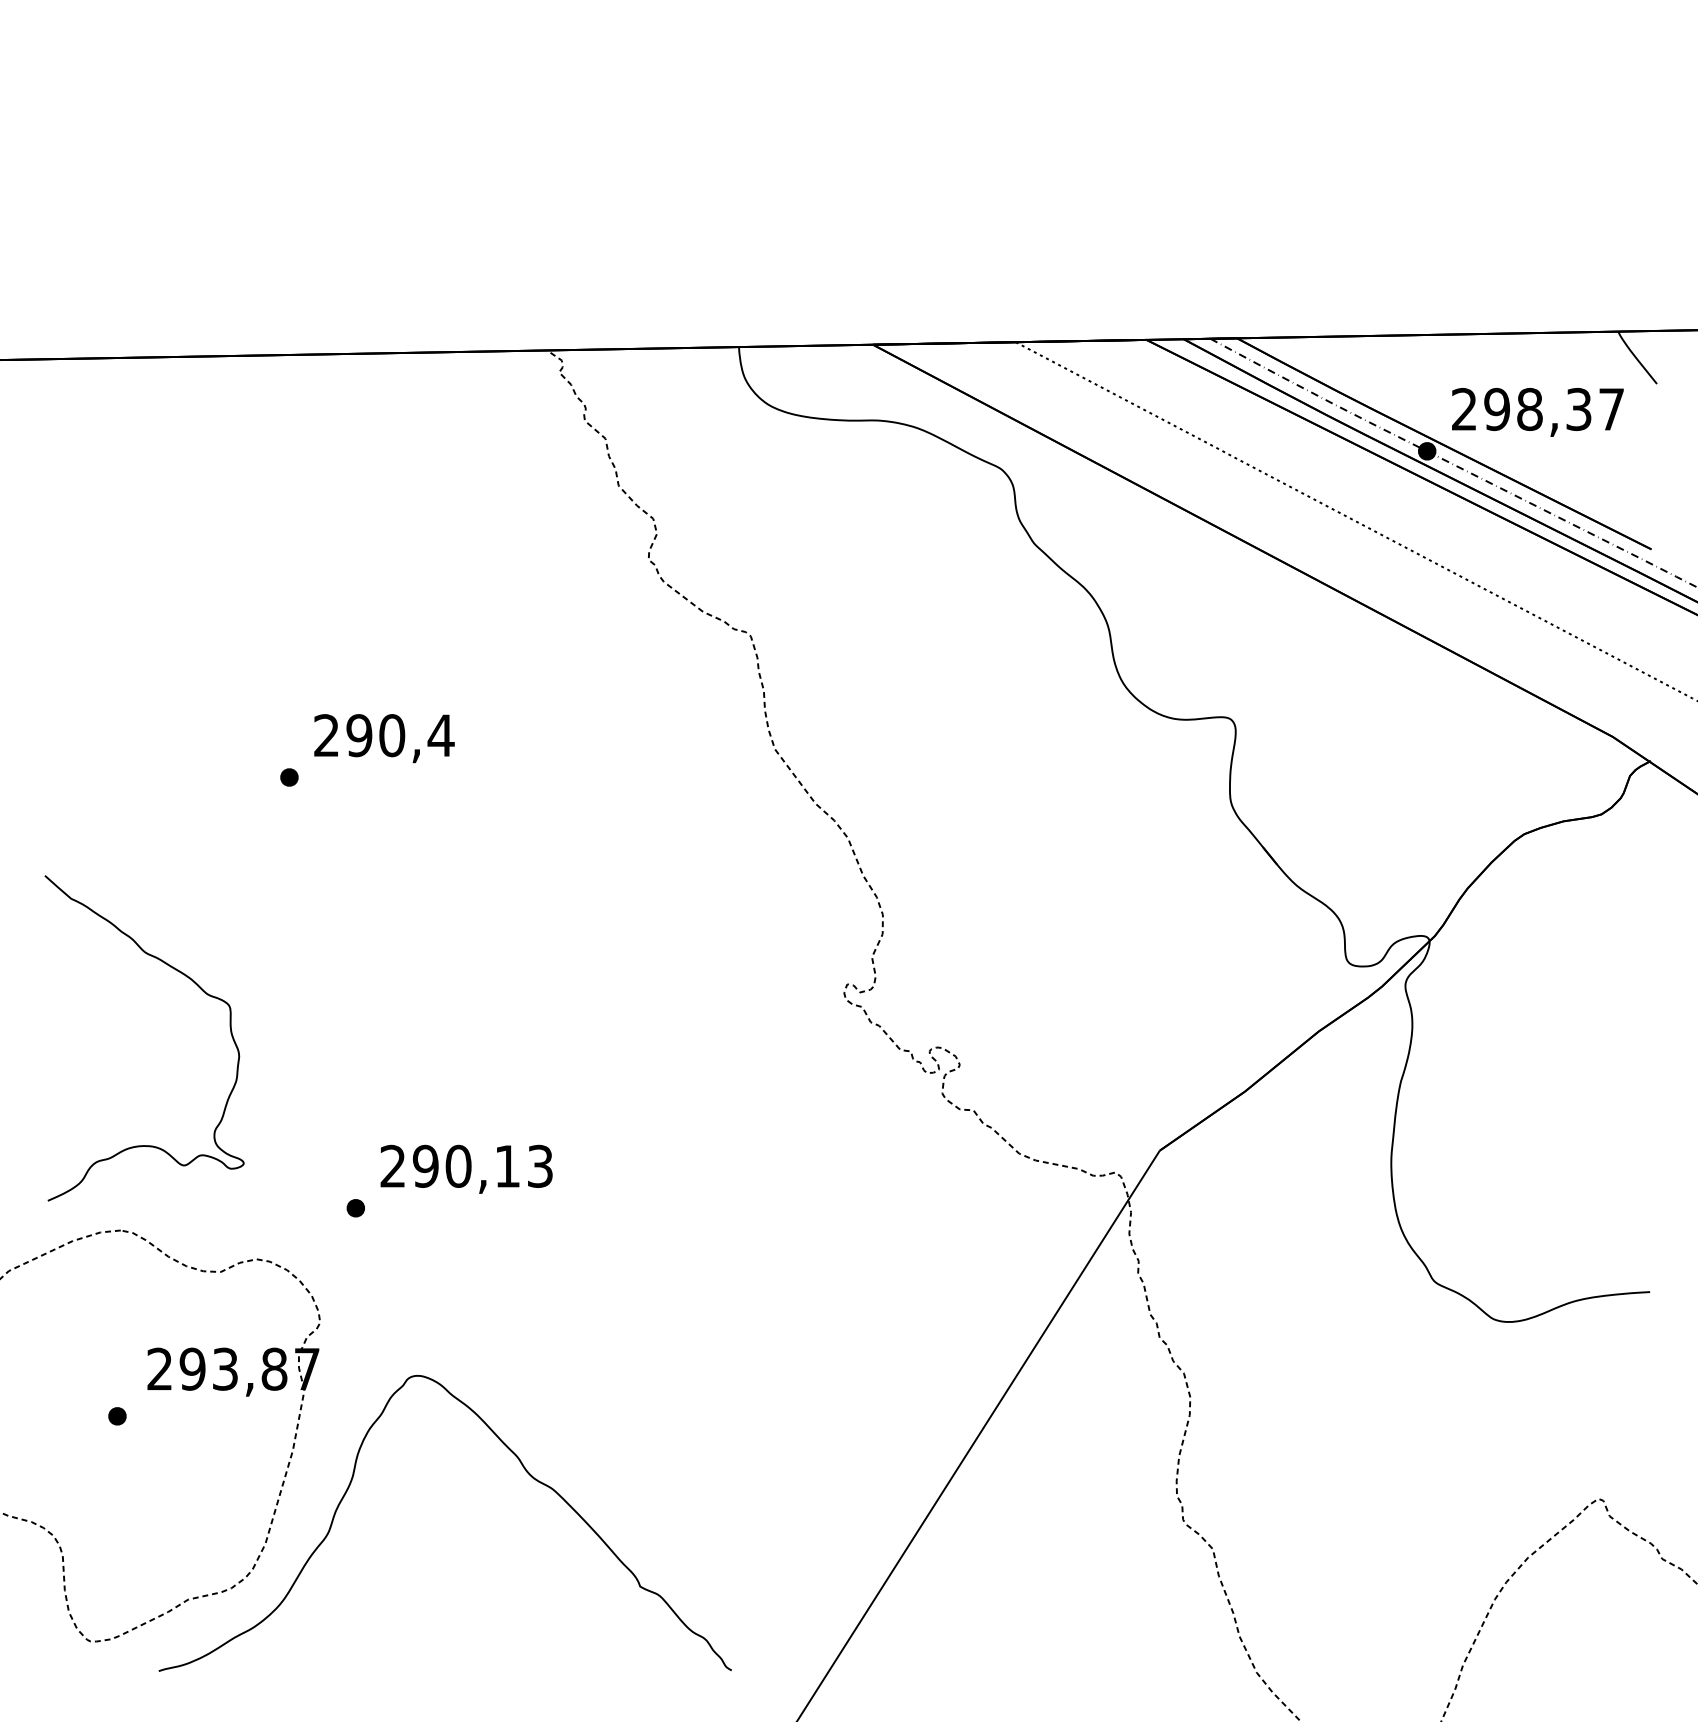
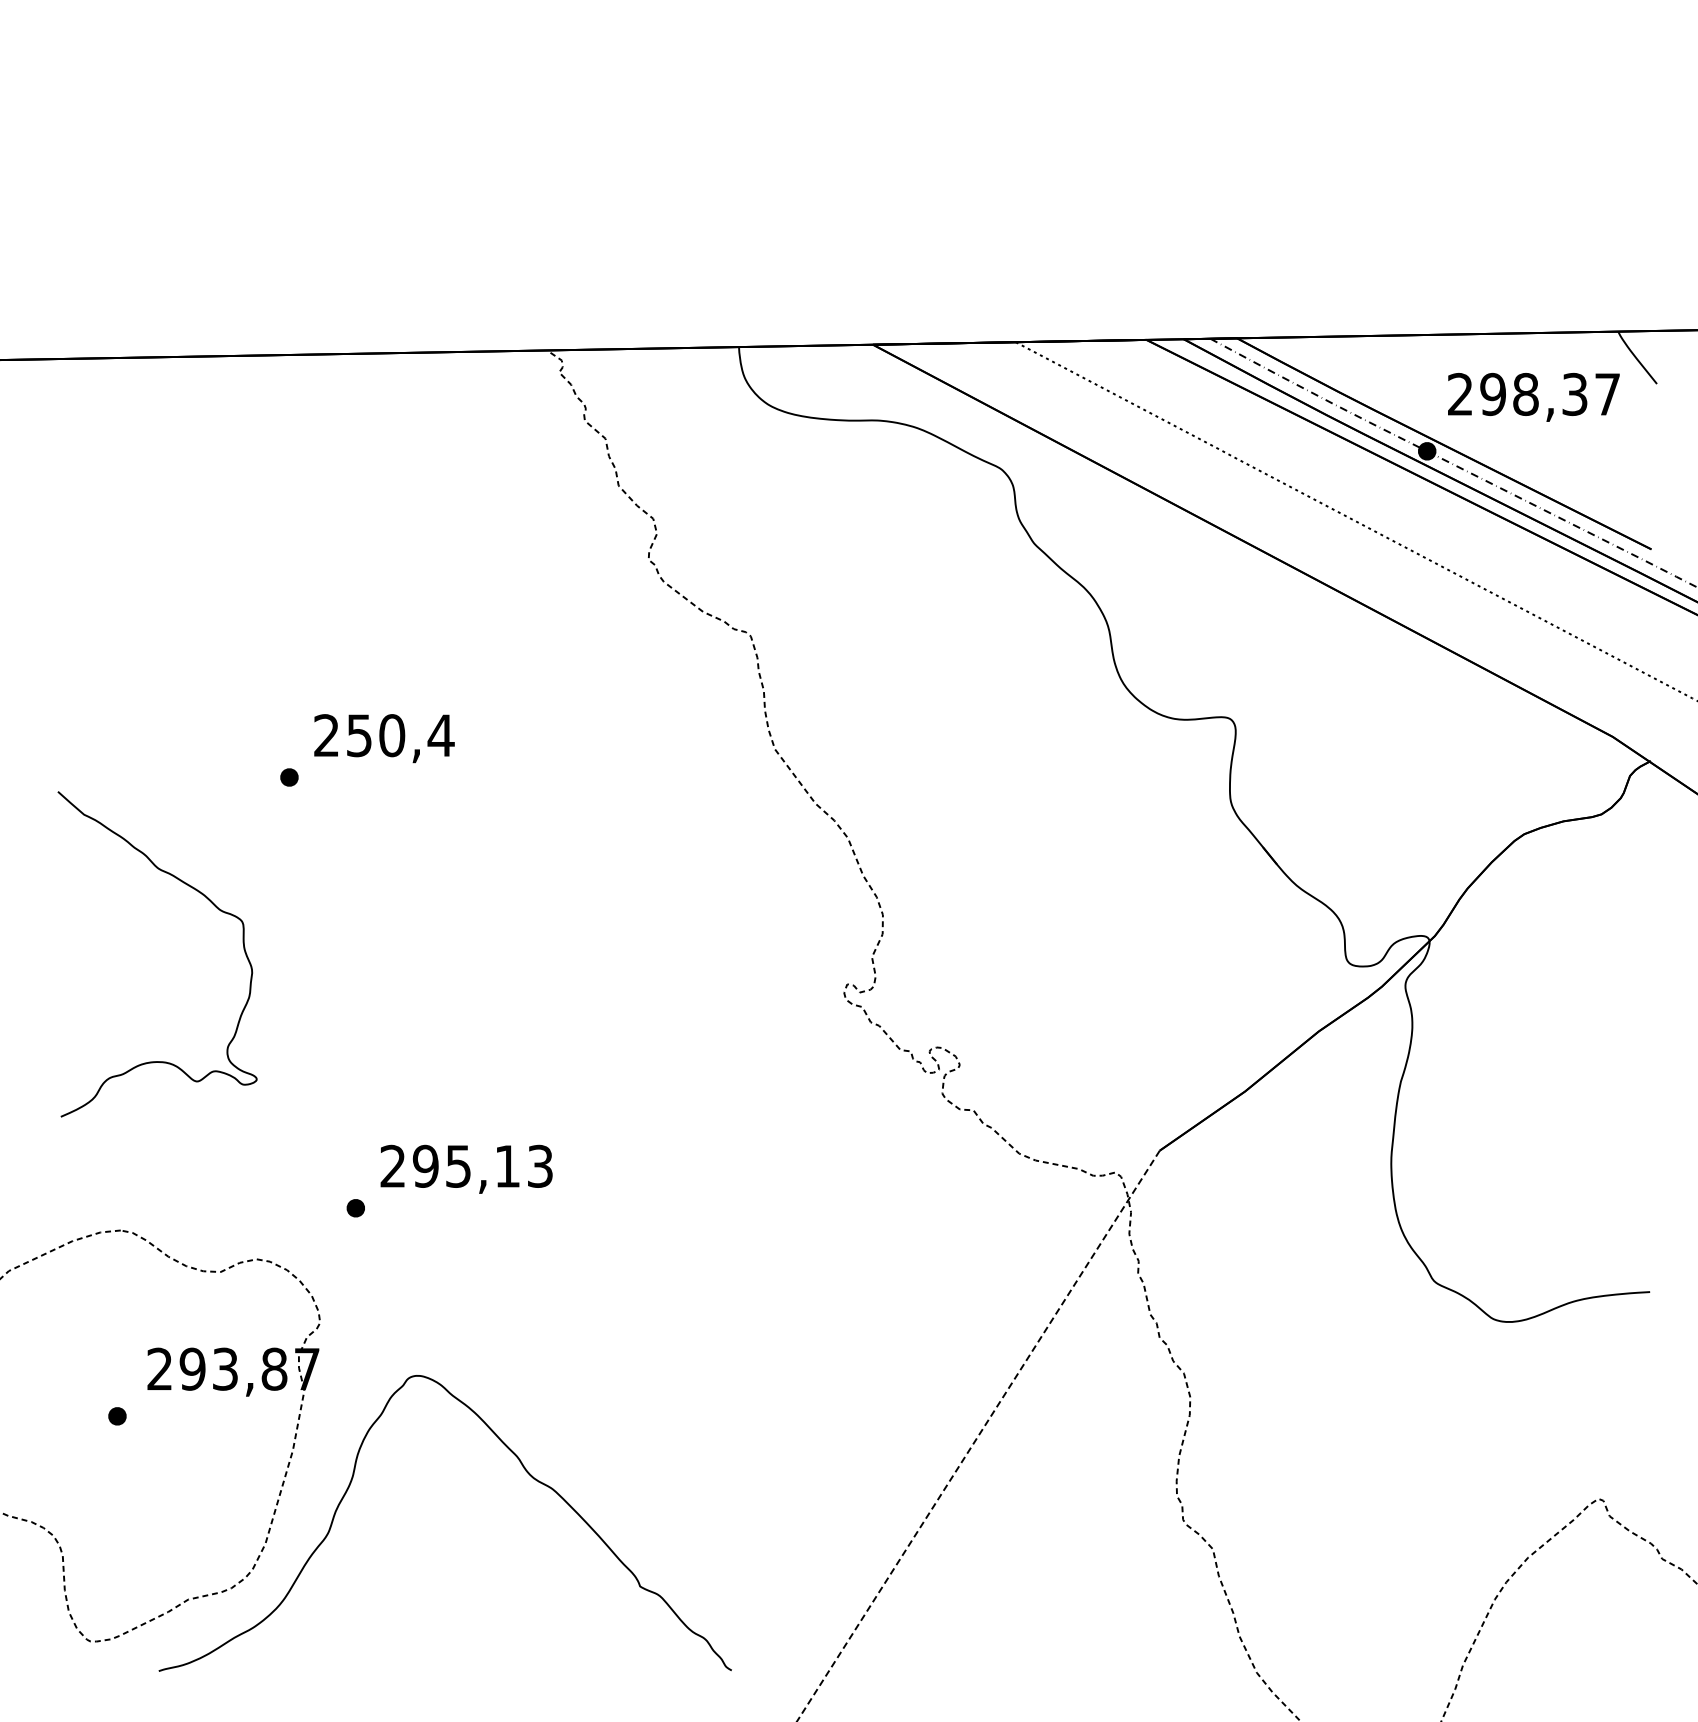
text at (1537, 412) position: (1537, 412) -> (1533, 397)
text at (359, 735): 290,4 -> 250,4
curve at (186, 977) position: (186, 977) -> (199, 893)
text at (458, 1165): 290,13 -> 295,13
line at (977, 1436): solid -> dashed
